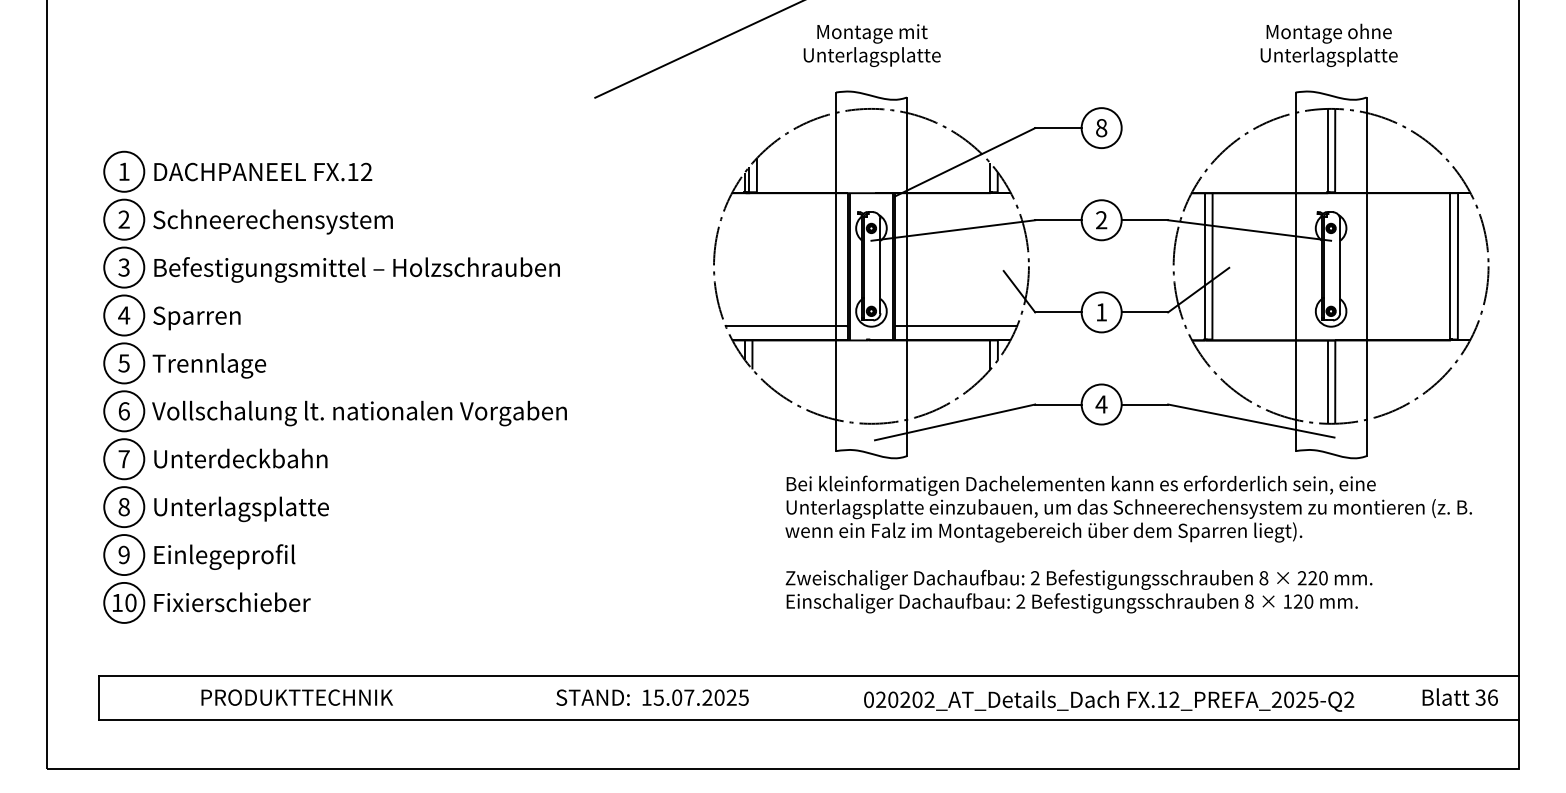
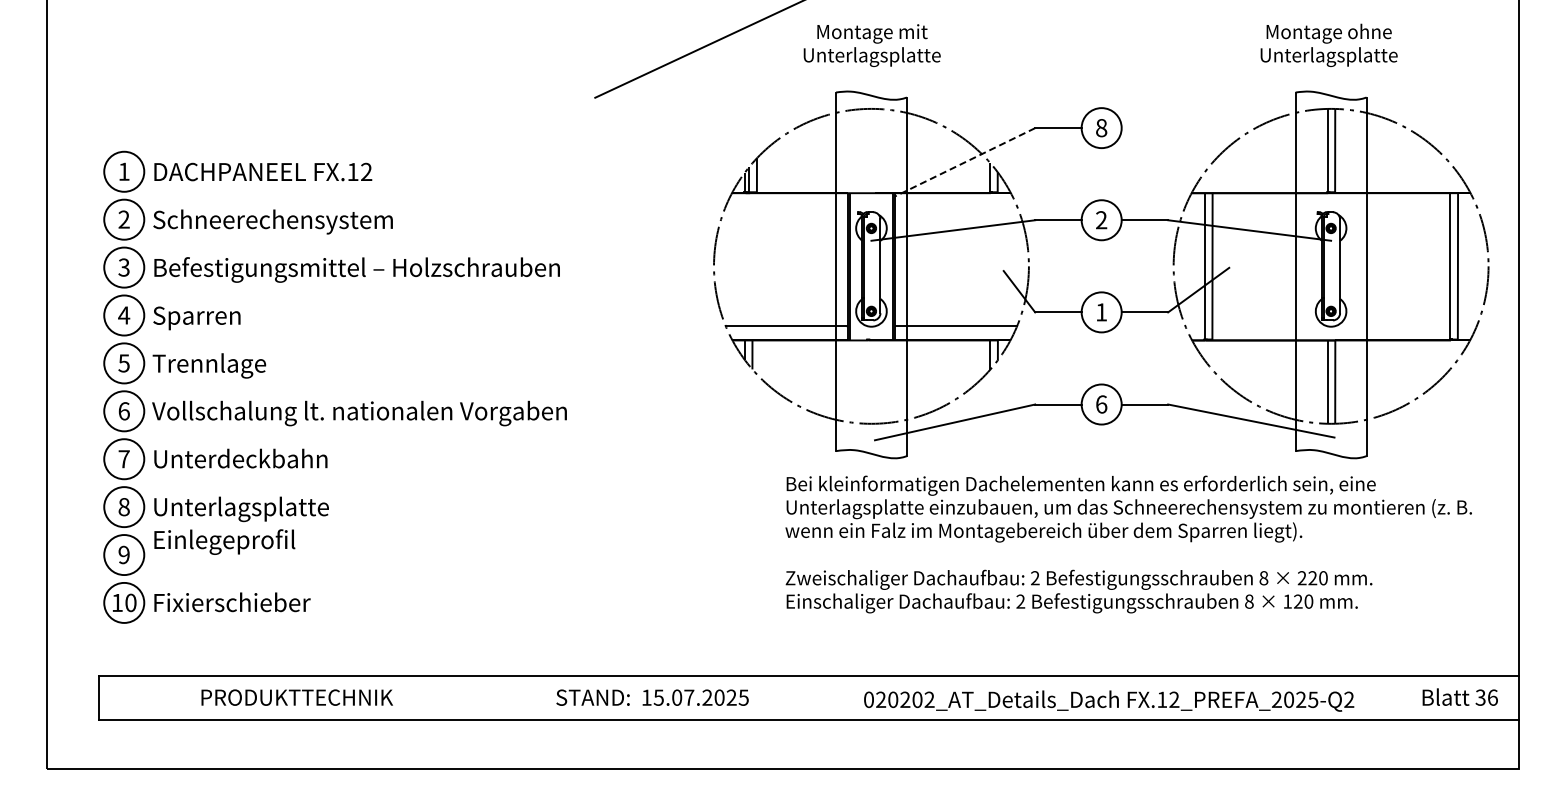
line at (964, 162): solid -> dashed
text at (1101, 404): 4 -> 6
text at (224, 556) position: (224, 556) -> (224, 541)
